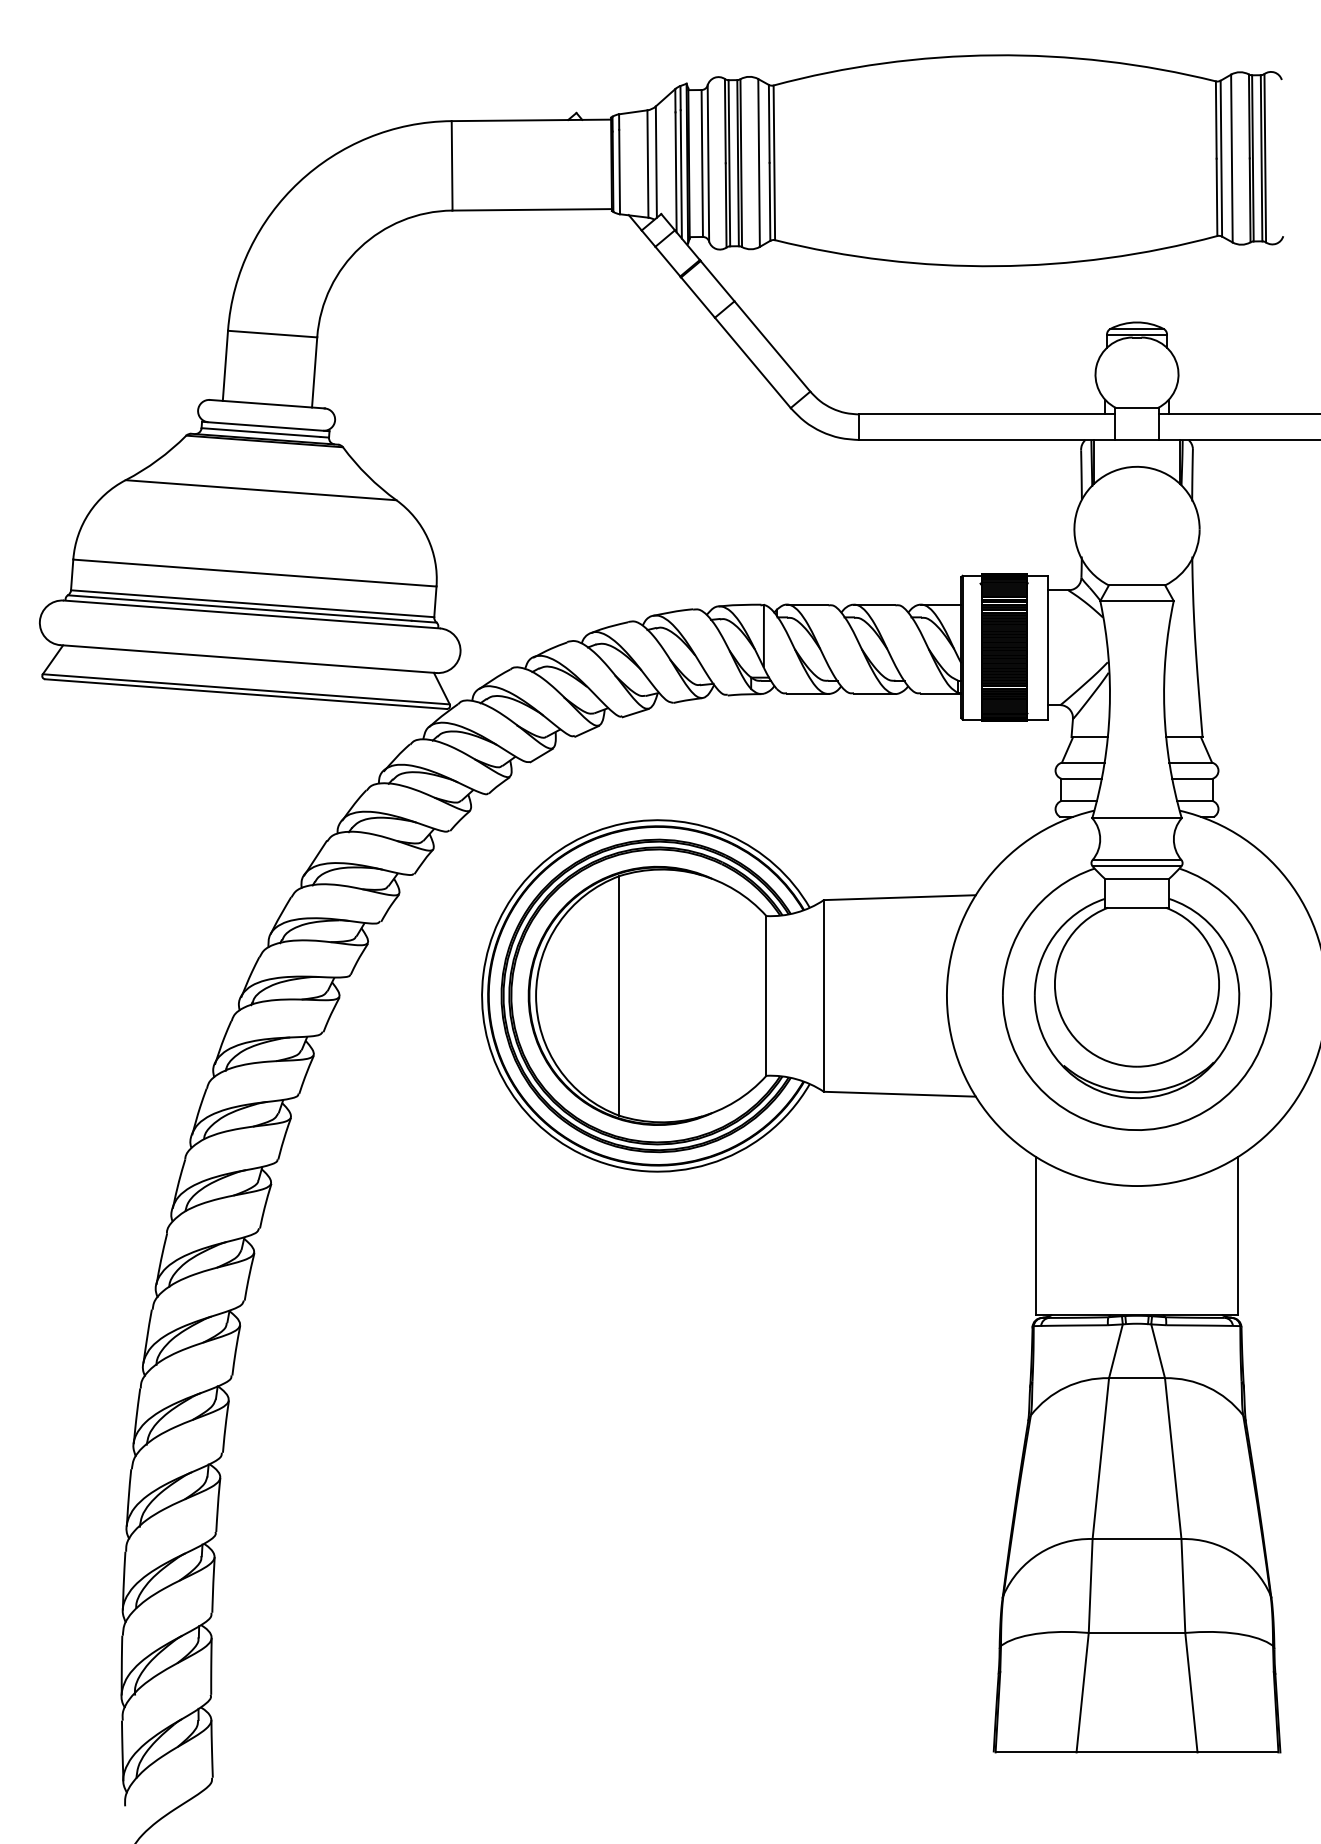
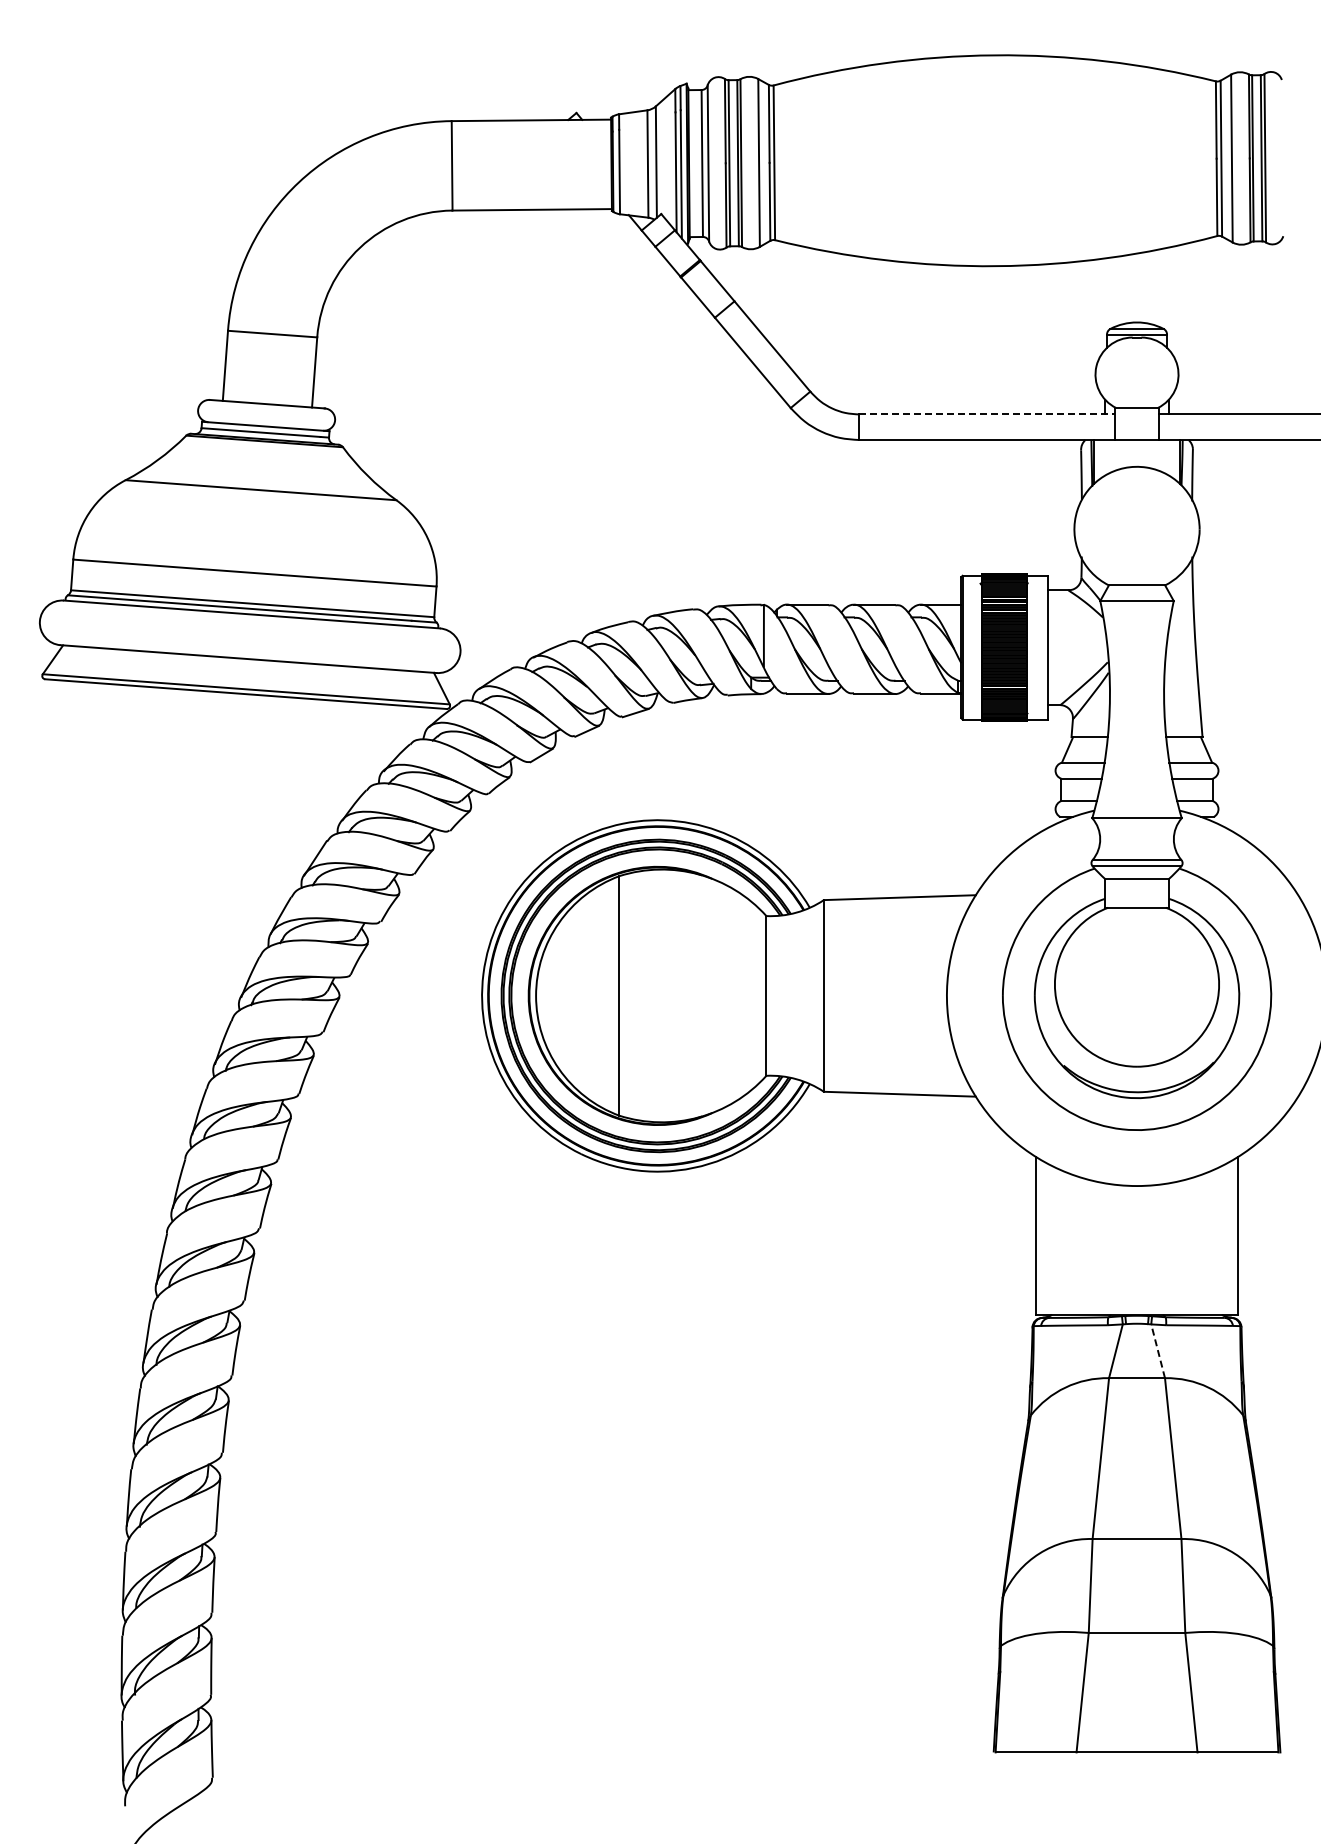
line at (986, 414): solid -> dashed
line at (1158, 1351): solid -> dashed
